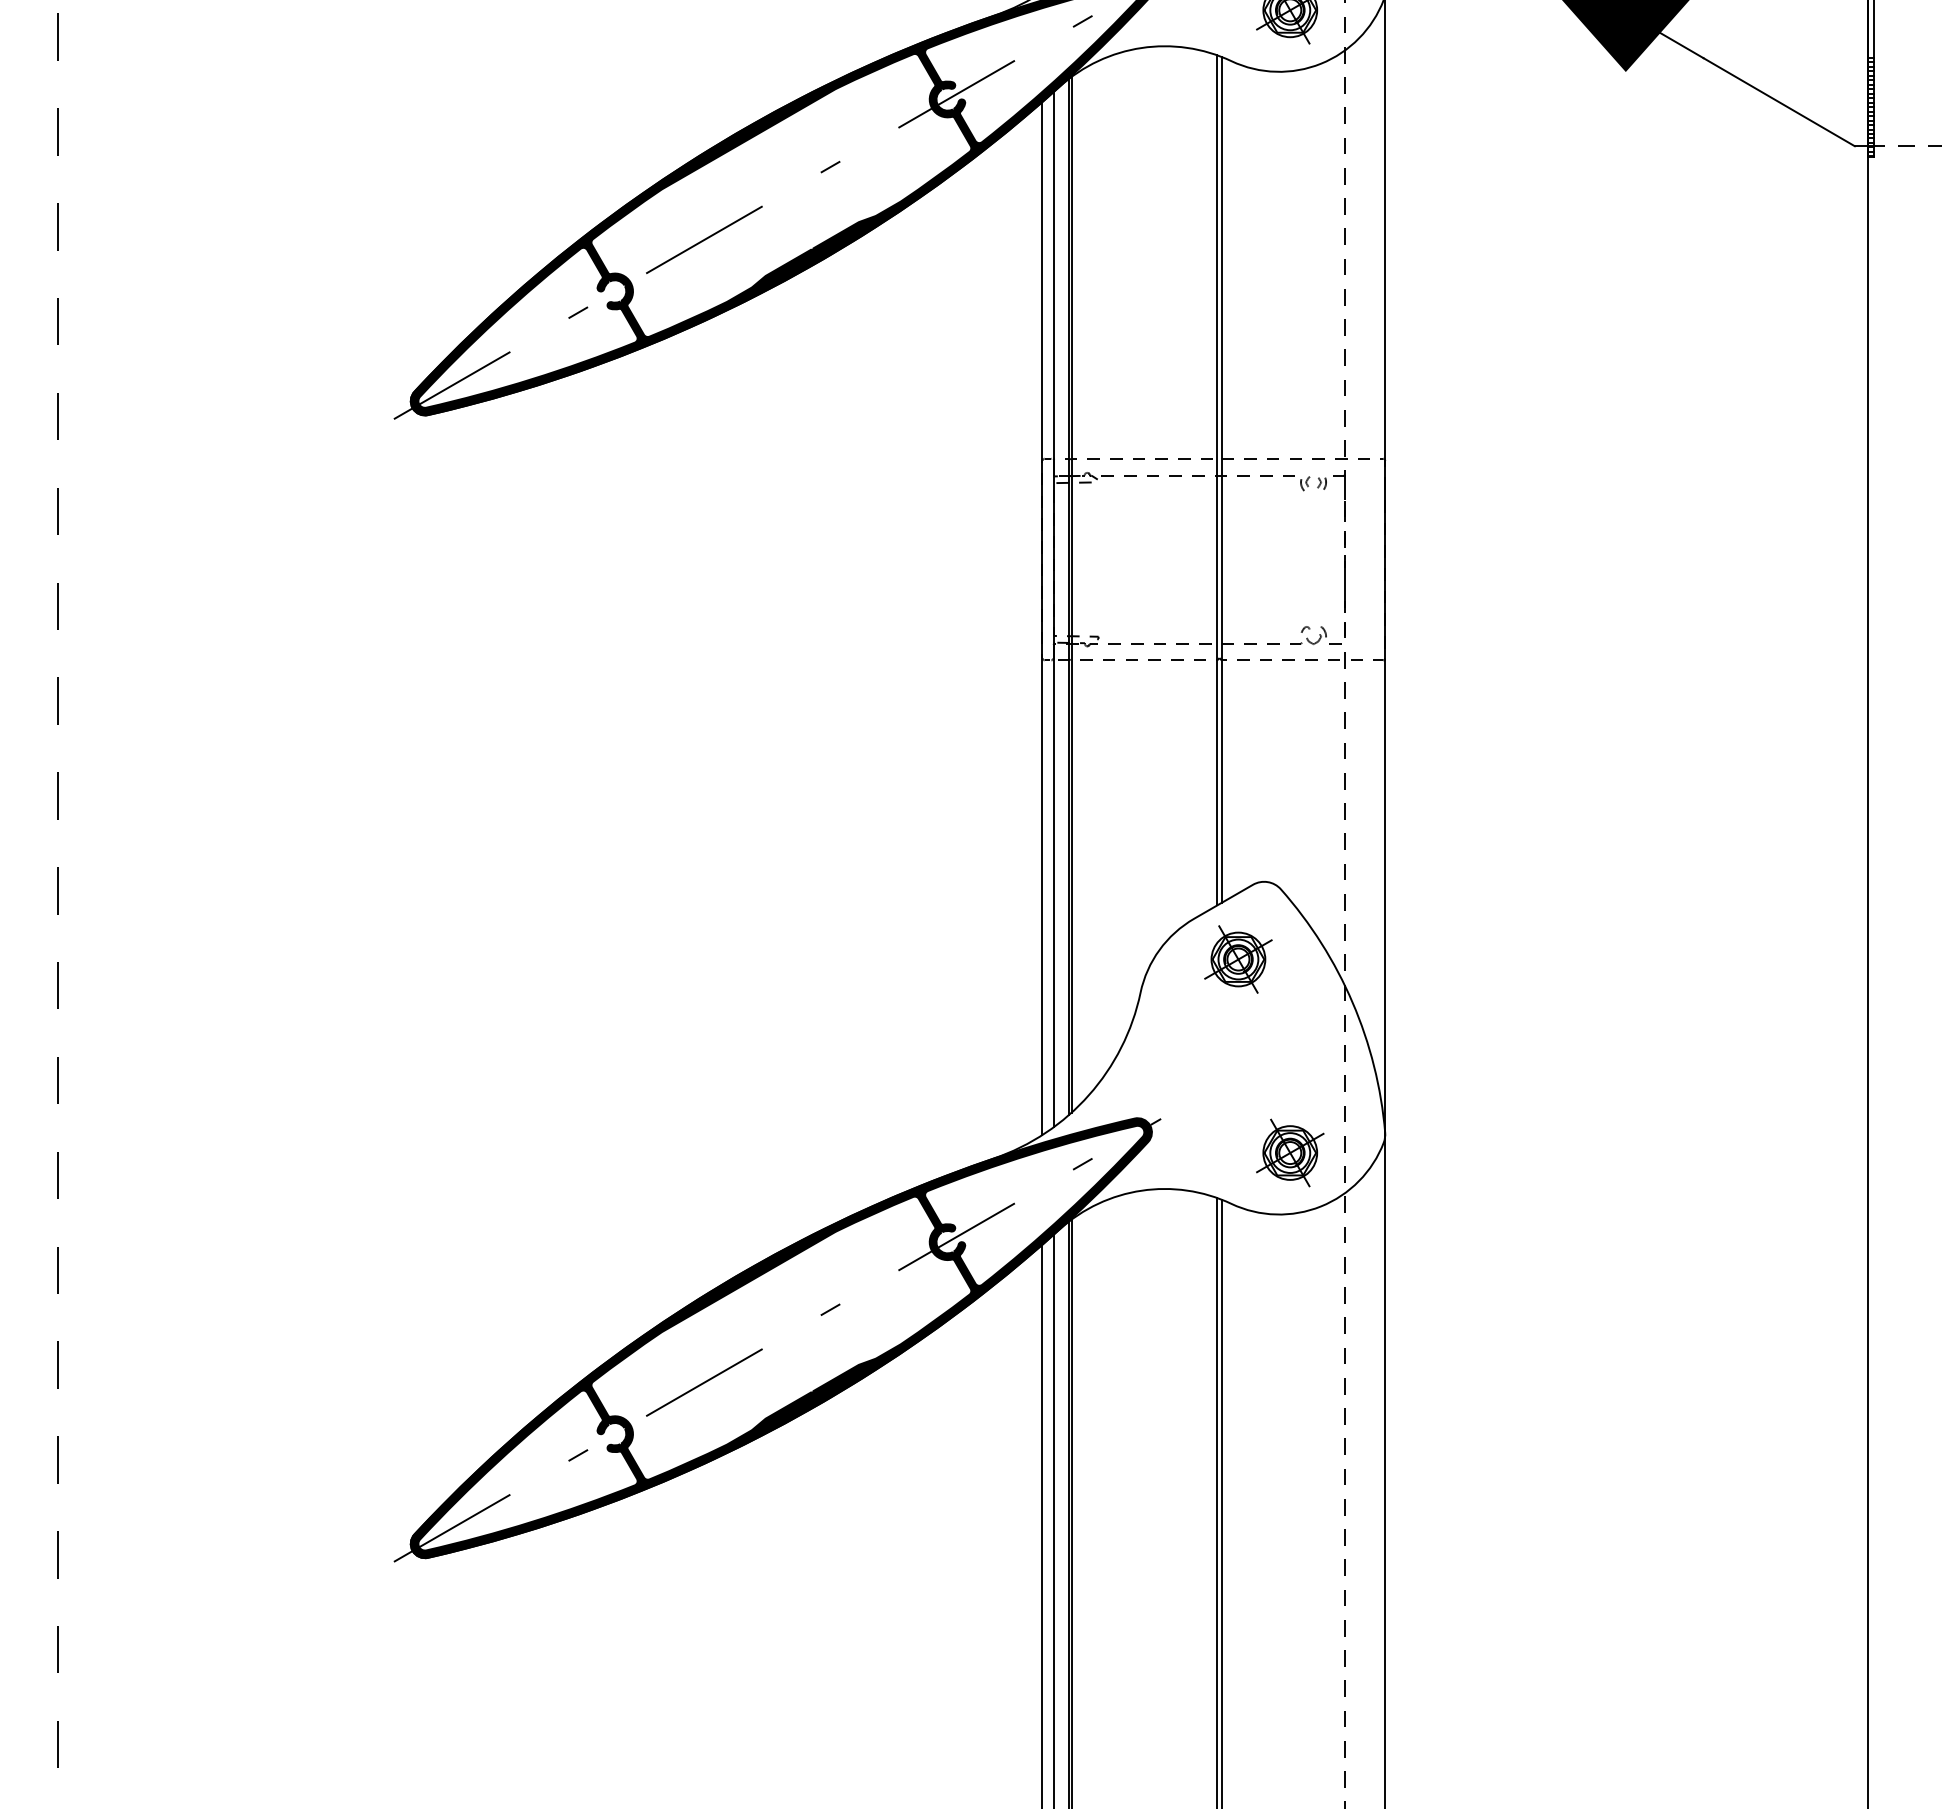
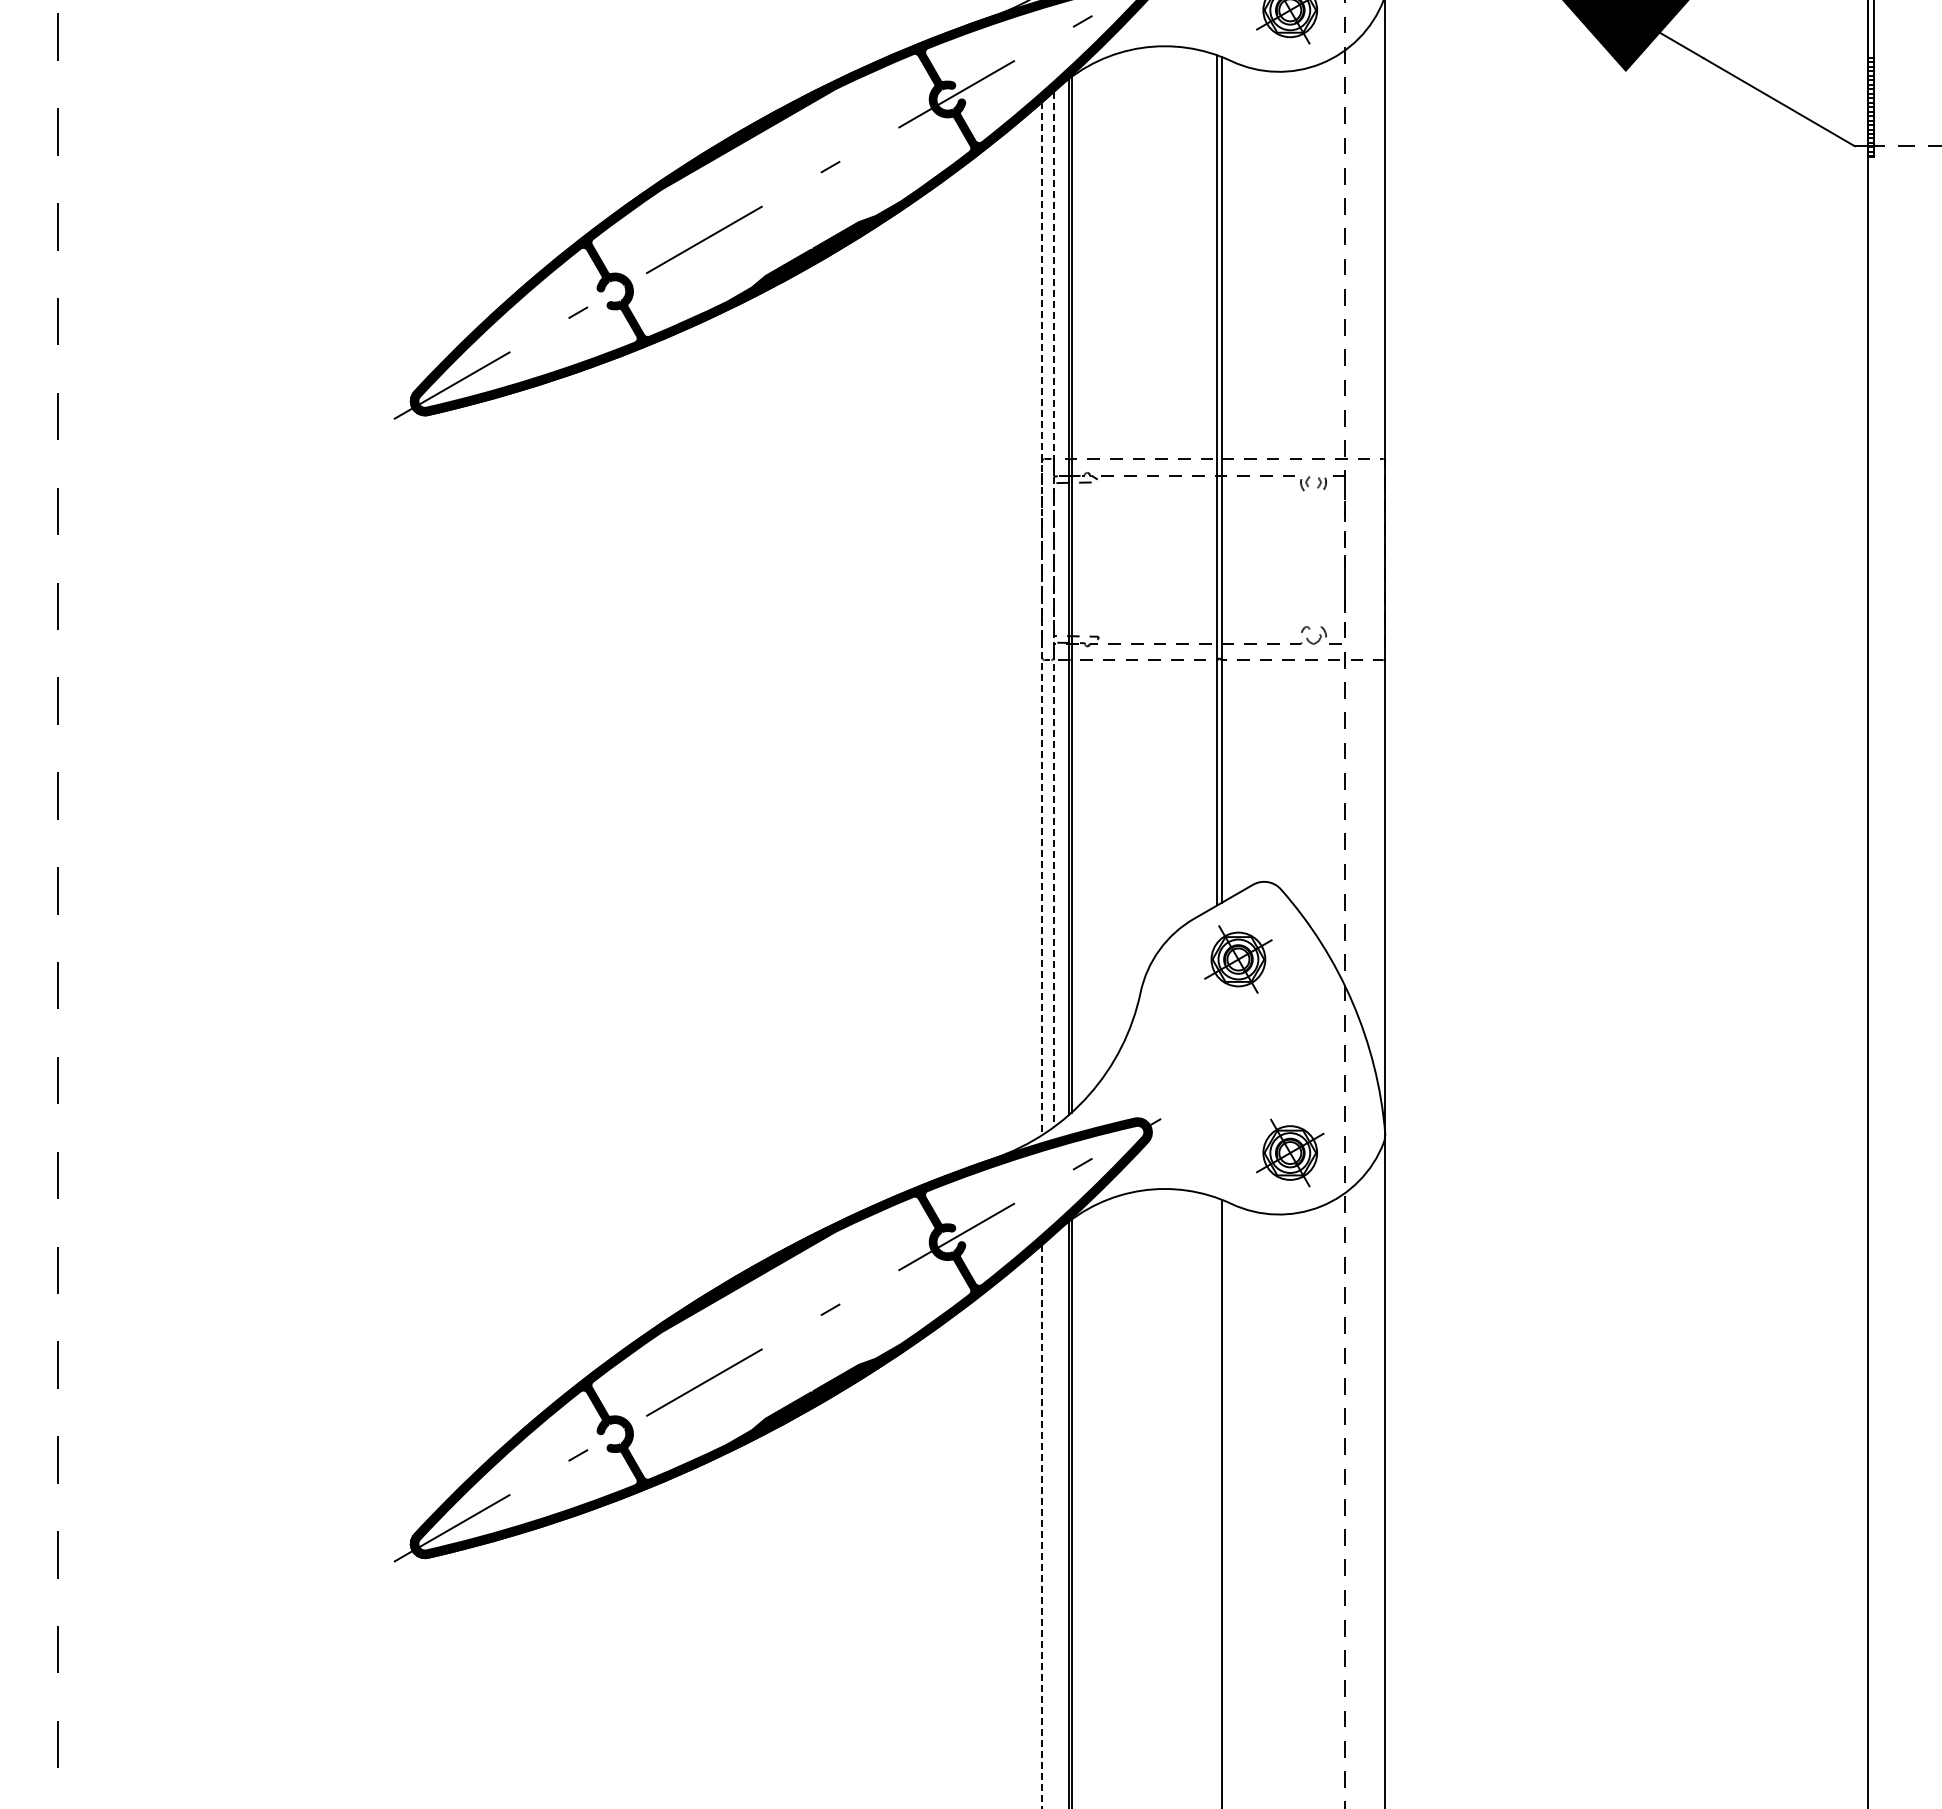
line at (1053, 609): solid -> dashed
line at (1042, 618): solid -> dashed
line at (1217, 1501): present -> none
line at (1053, 1519): present -> none
line at (1042, 1526): solid -> dashed
